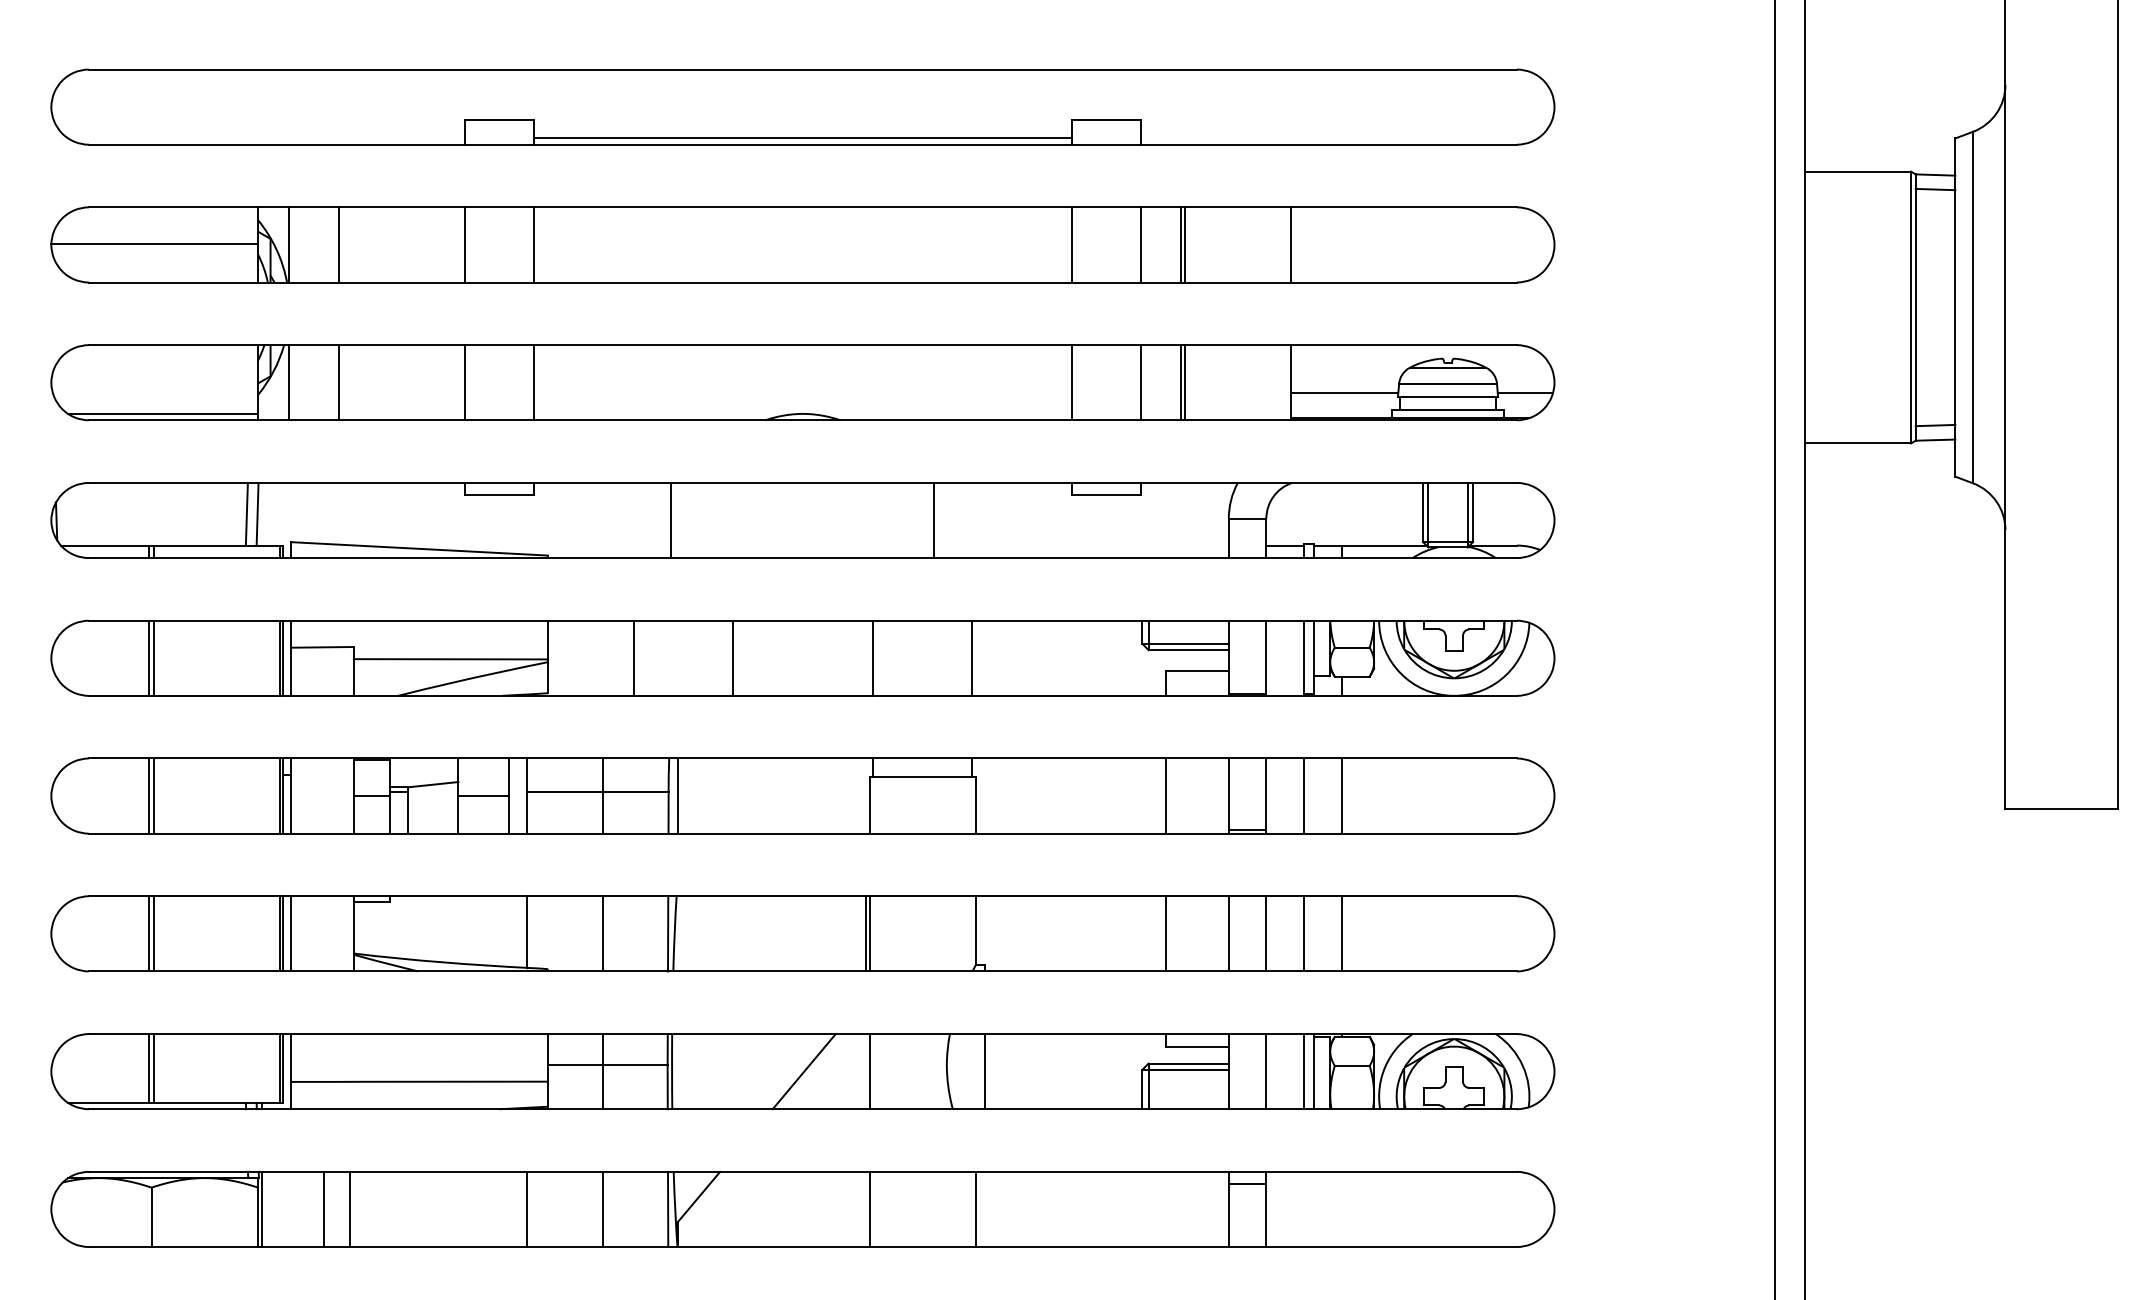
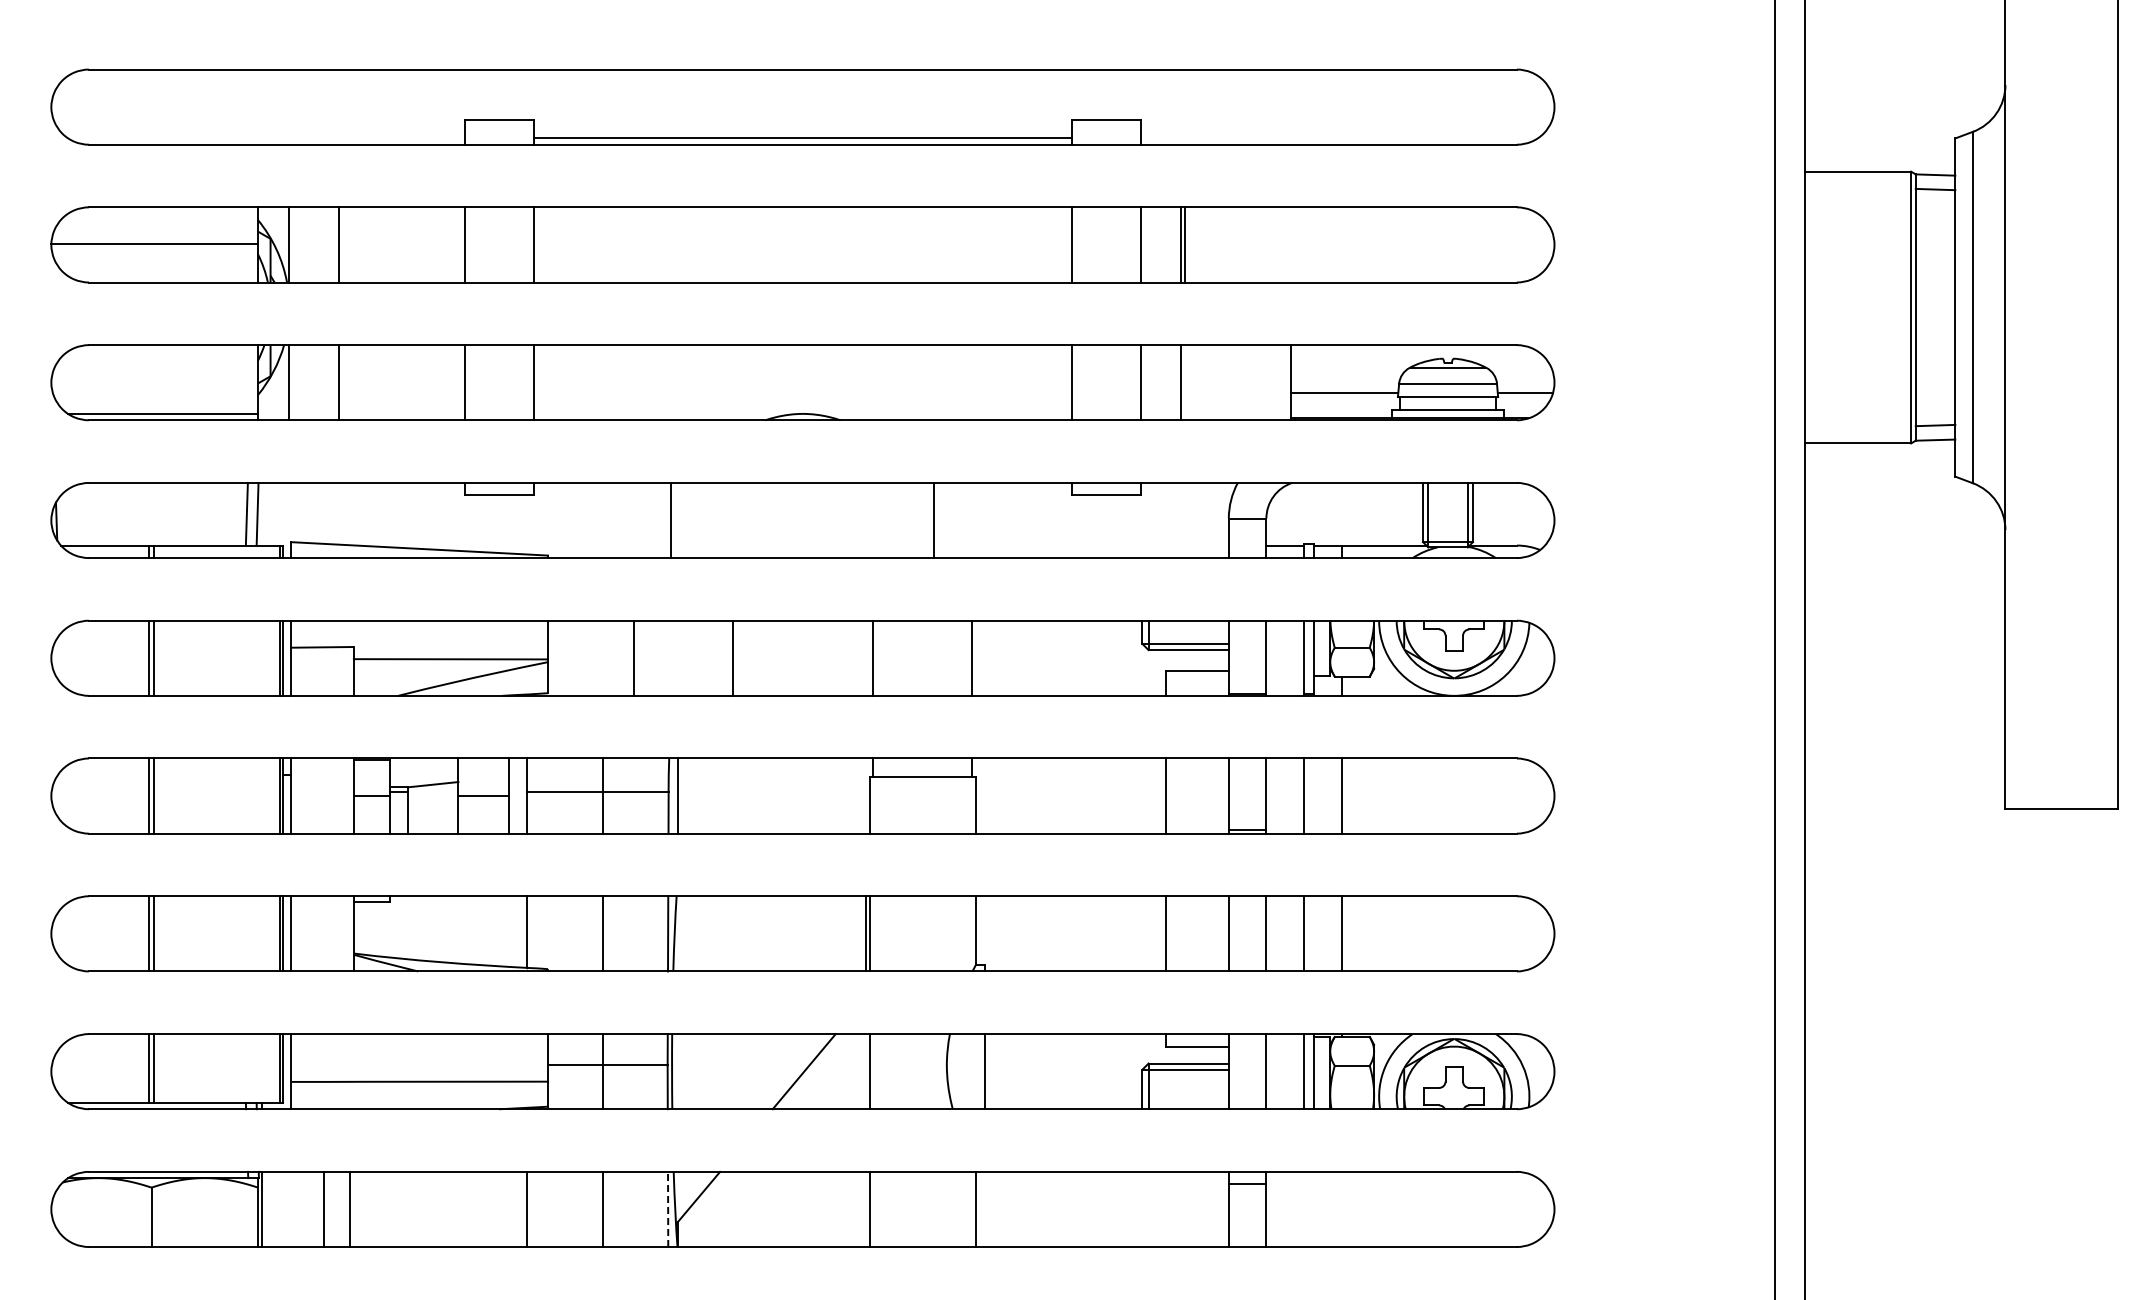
line at (1291, 244): present -> none
line at (1185, 382): present -> none
line at (668, 1209): solid -> dashed
